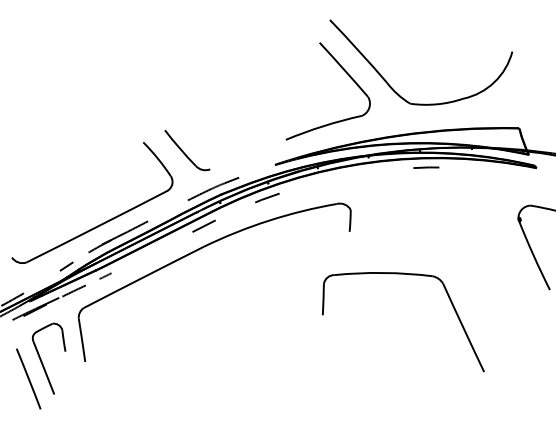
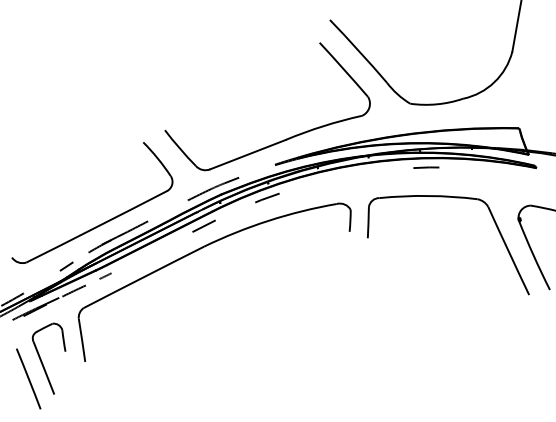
line at (516, 26): none -> present
line at (247, 154): none -> present
part at (410, 275) position: (410, 275) -> (455, 198)
